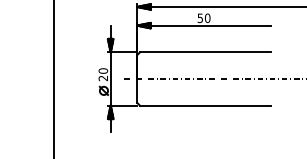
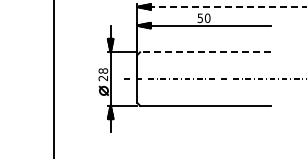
line at (222, 6): solid -> dashed
line at (204, 52): solid -> dashed
text at (103, 70): 20 -> 28
